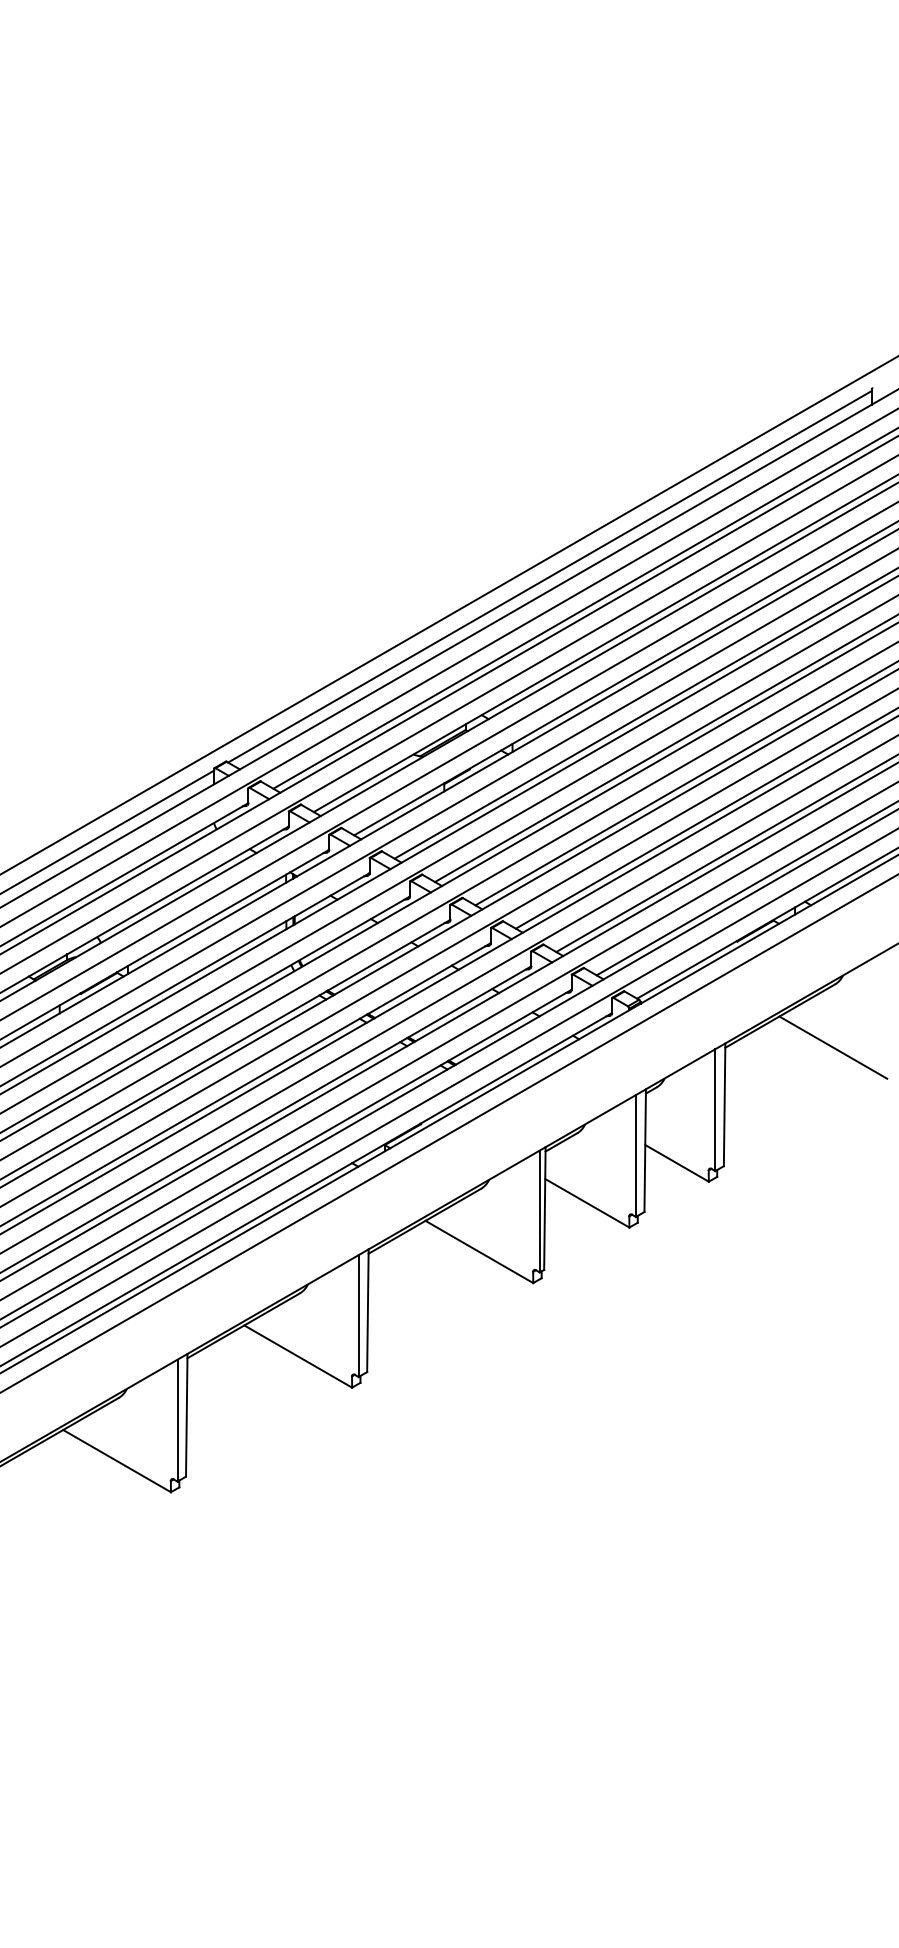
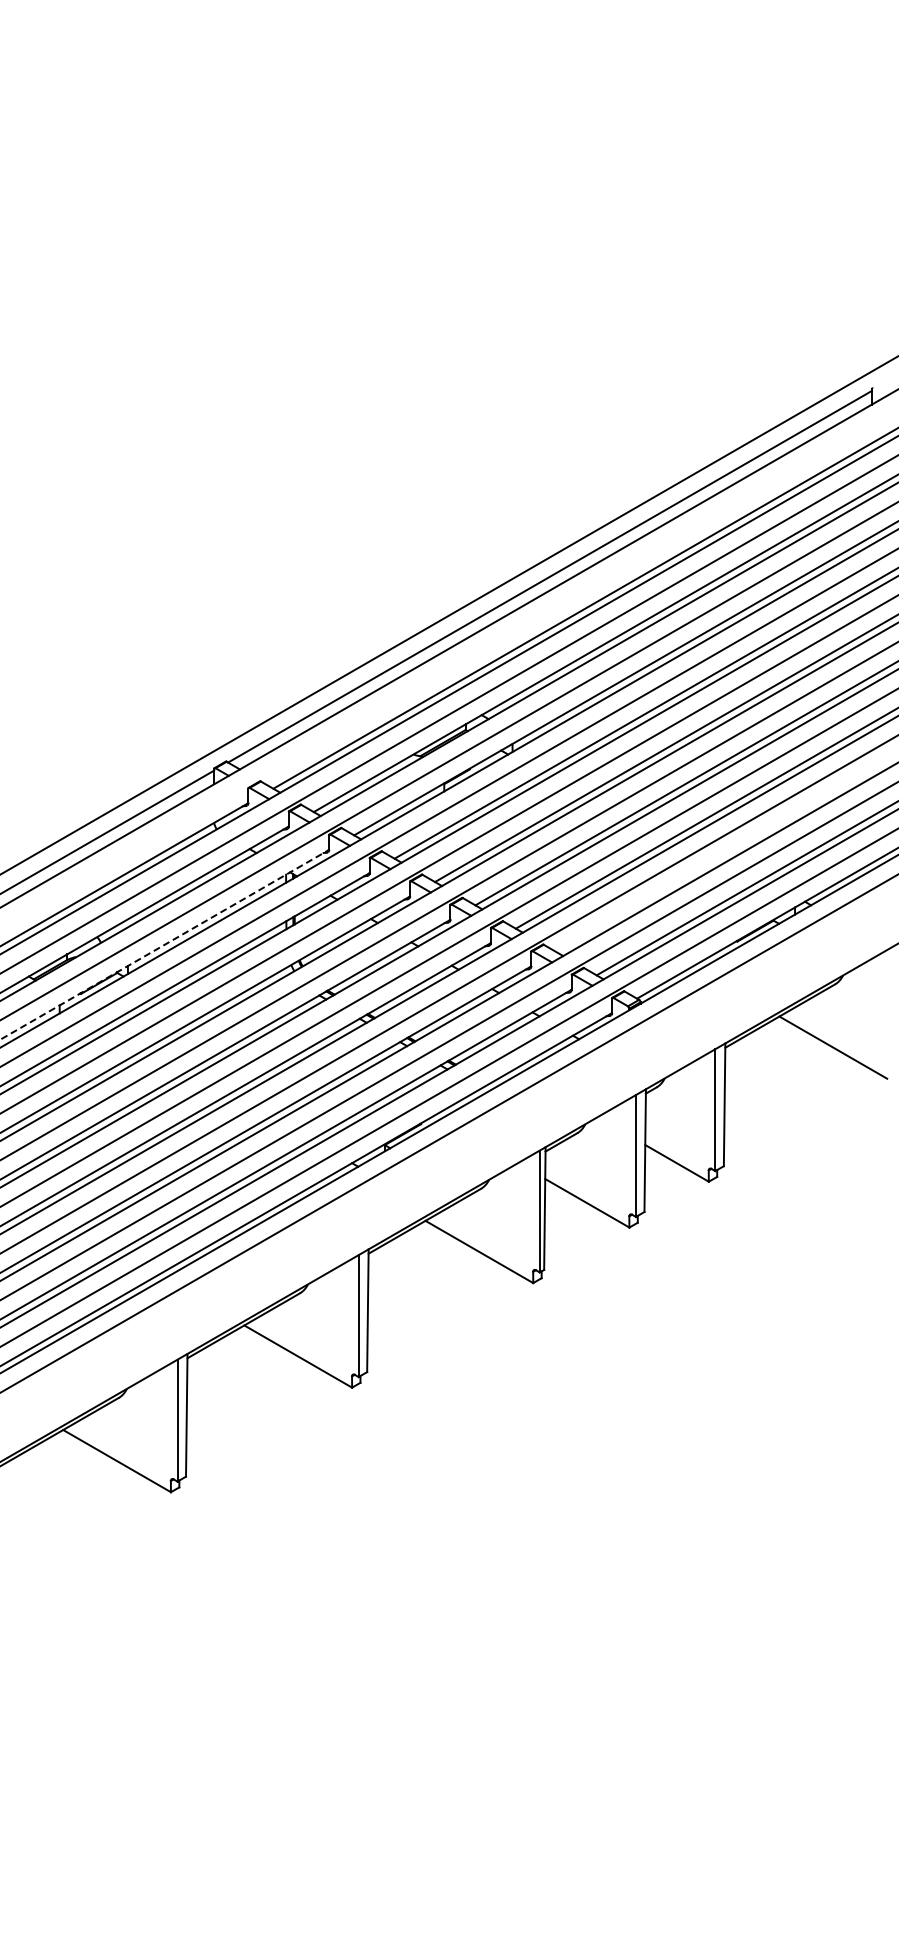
line at (448, 667): present -> none
line at (725, 853): present -> none
line at (164, 944): solid -> dashed
